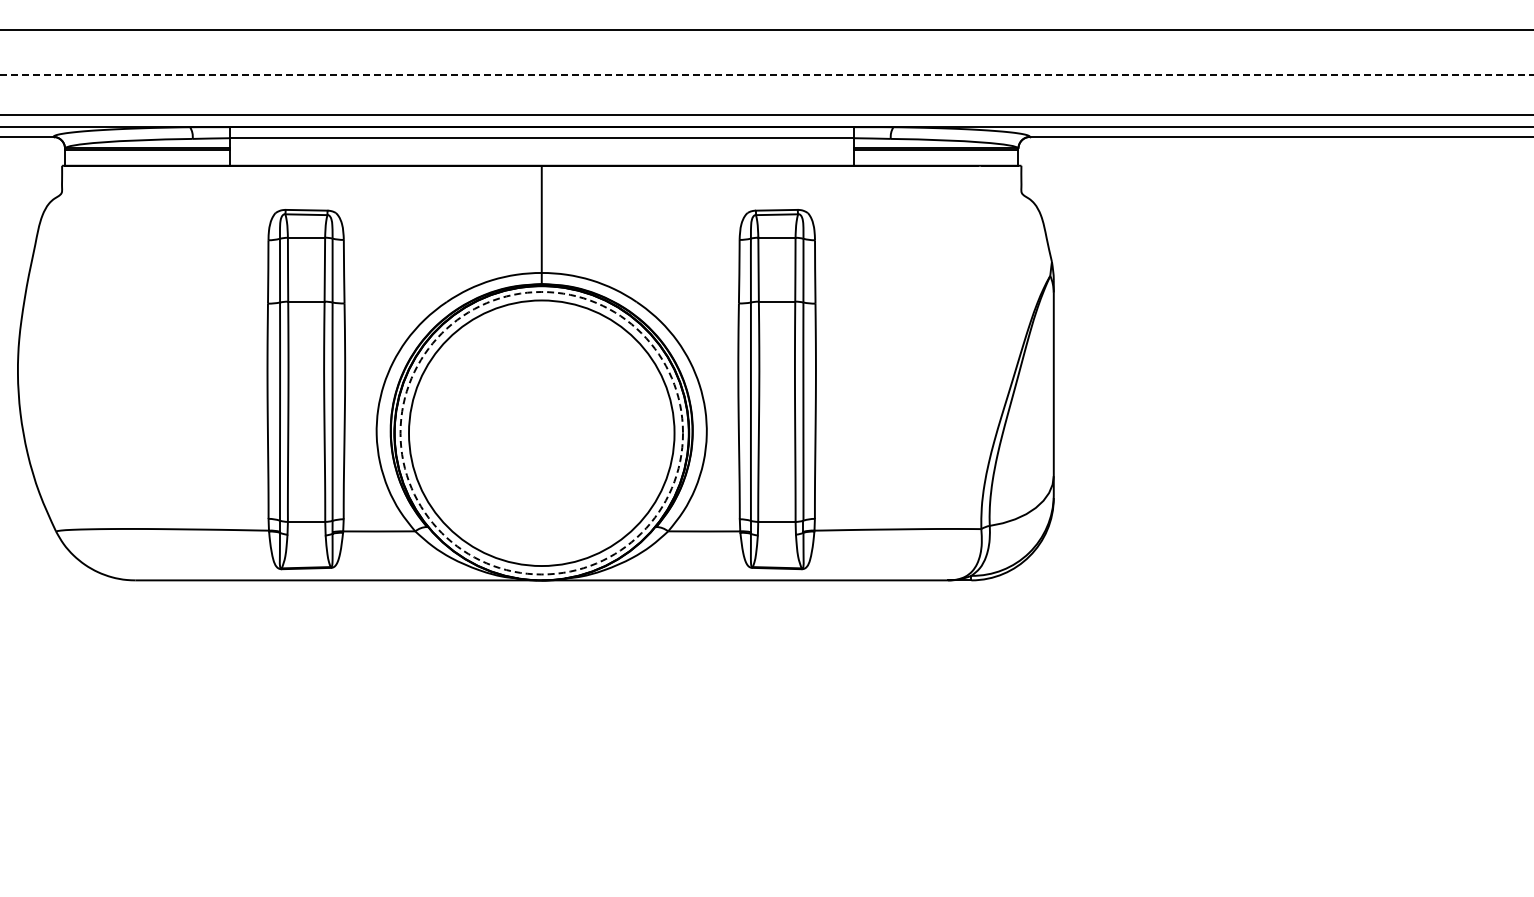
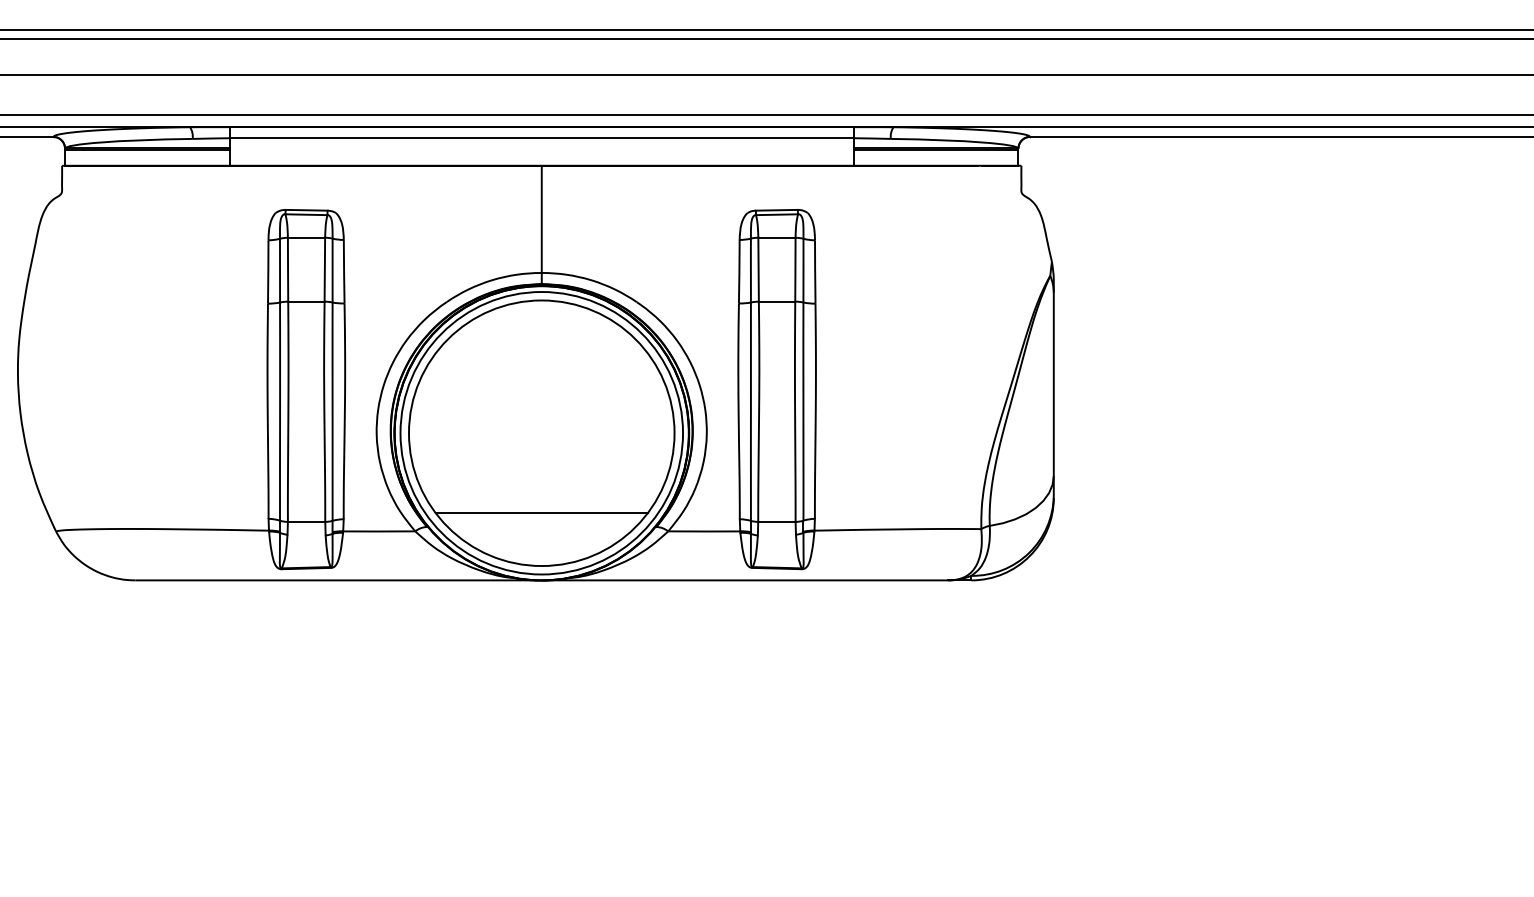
line at (766, 39): none -> present
line at (766, 74): dashed -> solid
circle at (541, 433): dashed -> solid
line at (541, 513): none -> present
